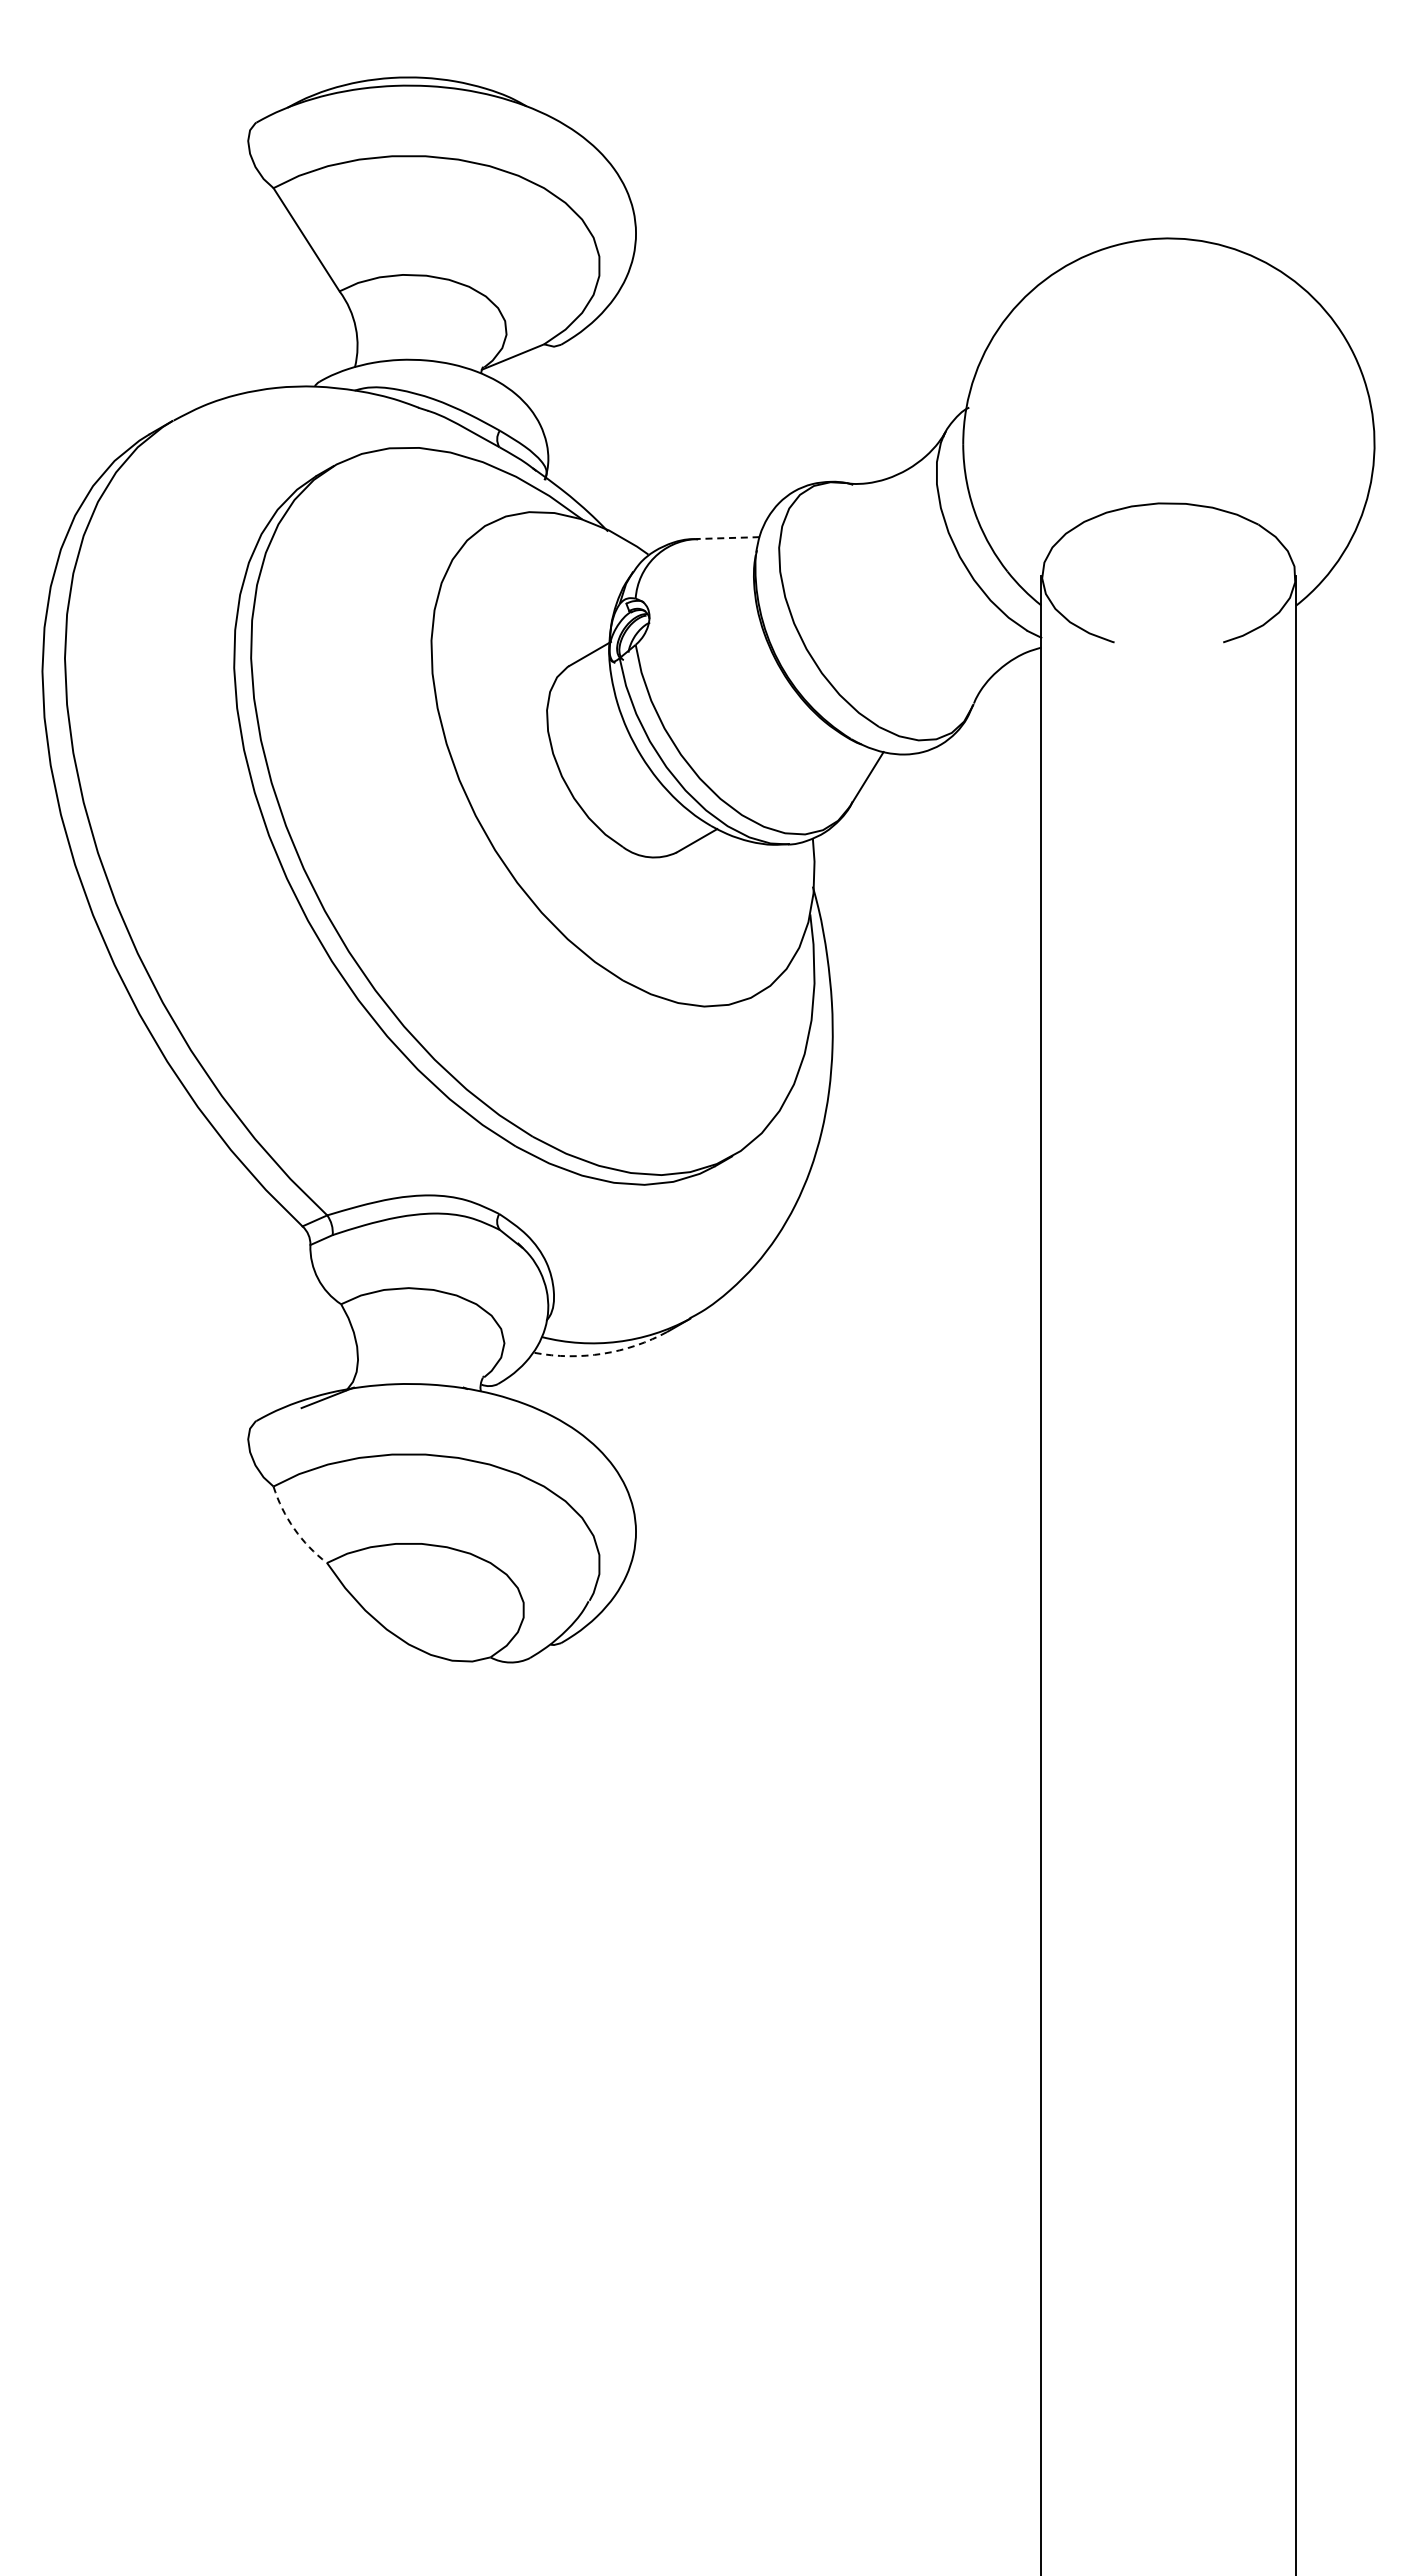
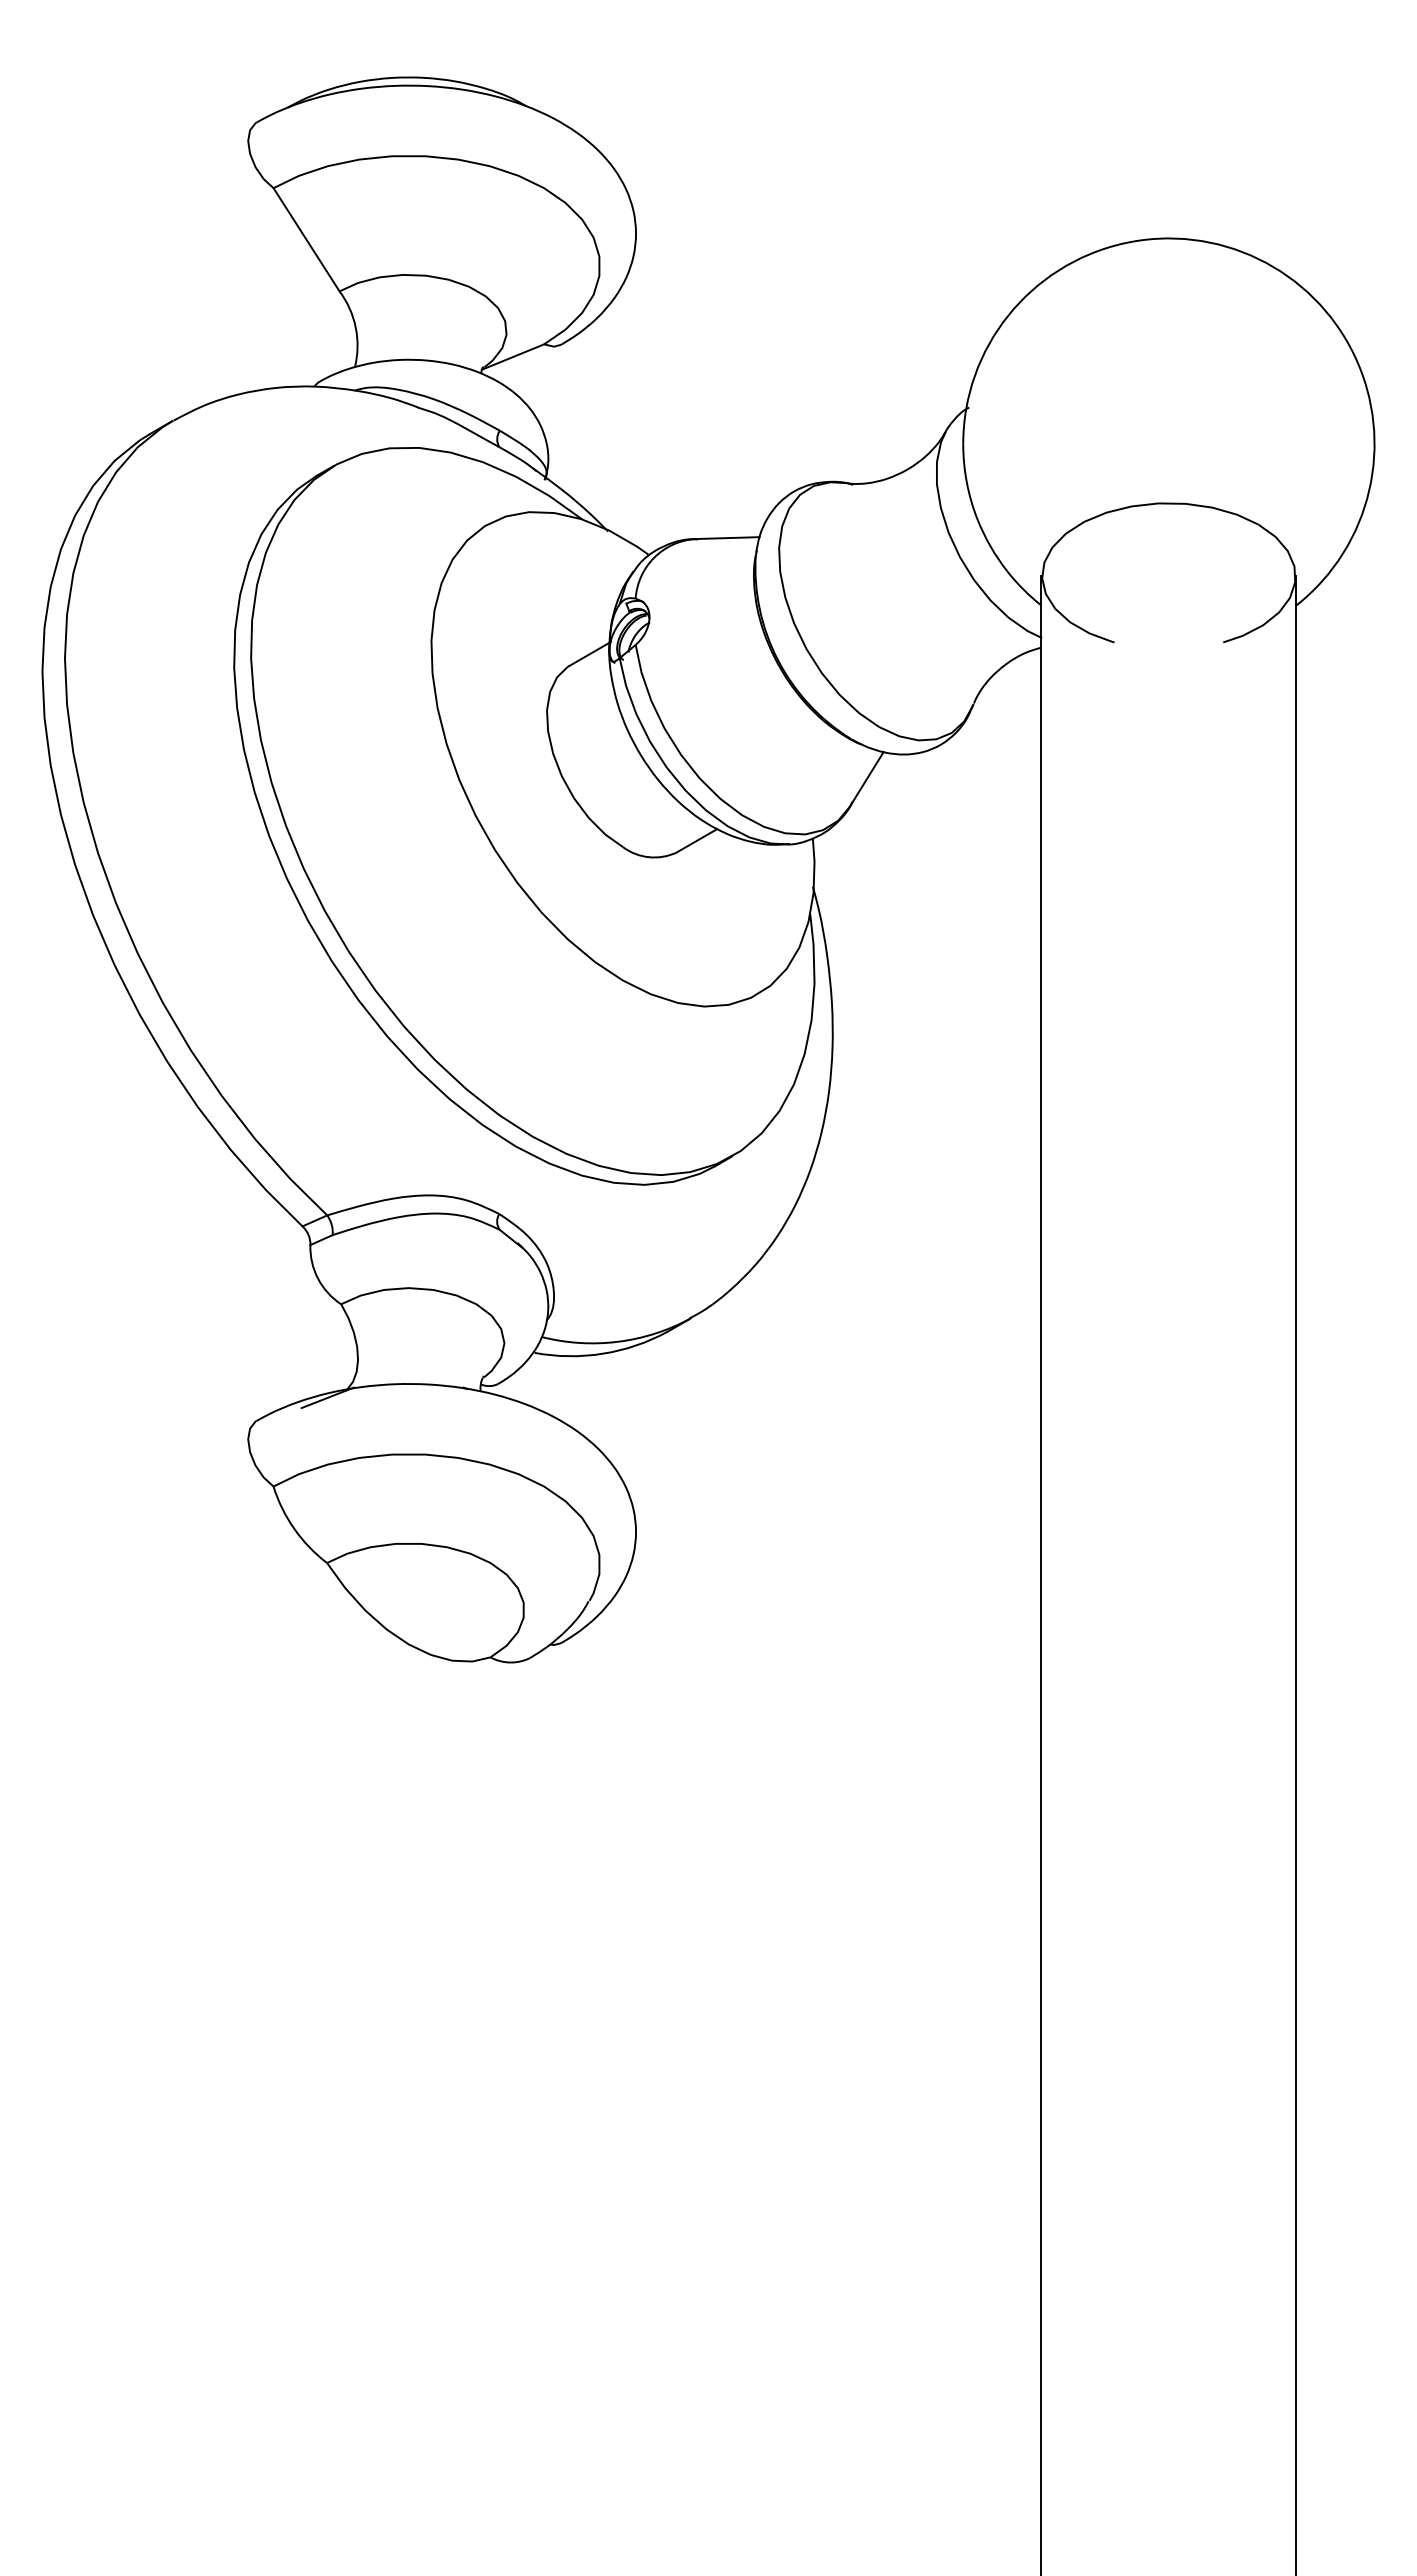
line at (726, 538): dashed -> solid
arc at (603, 1353): dashed -> solid
arc at (294, 1528): dashed -> solid
